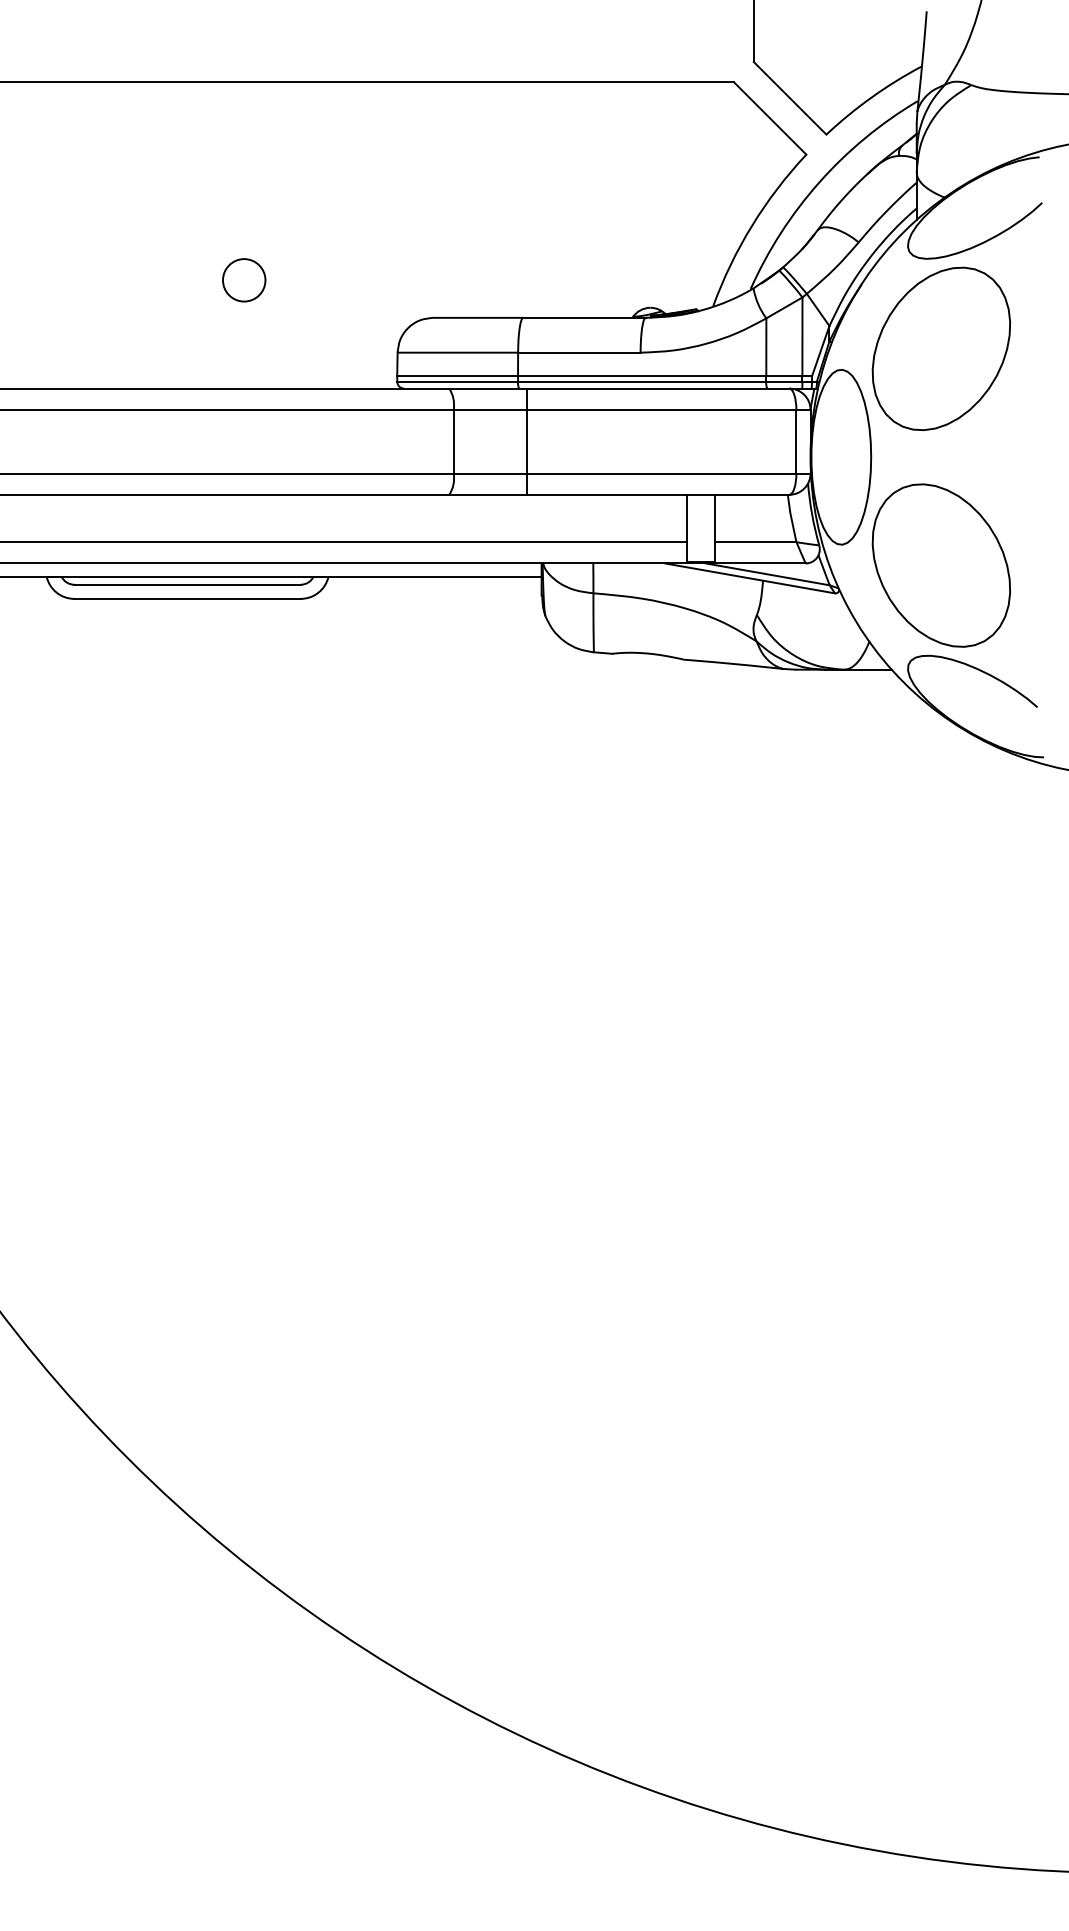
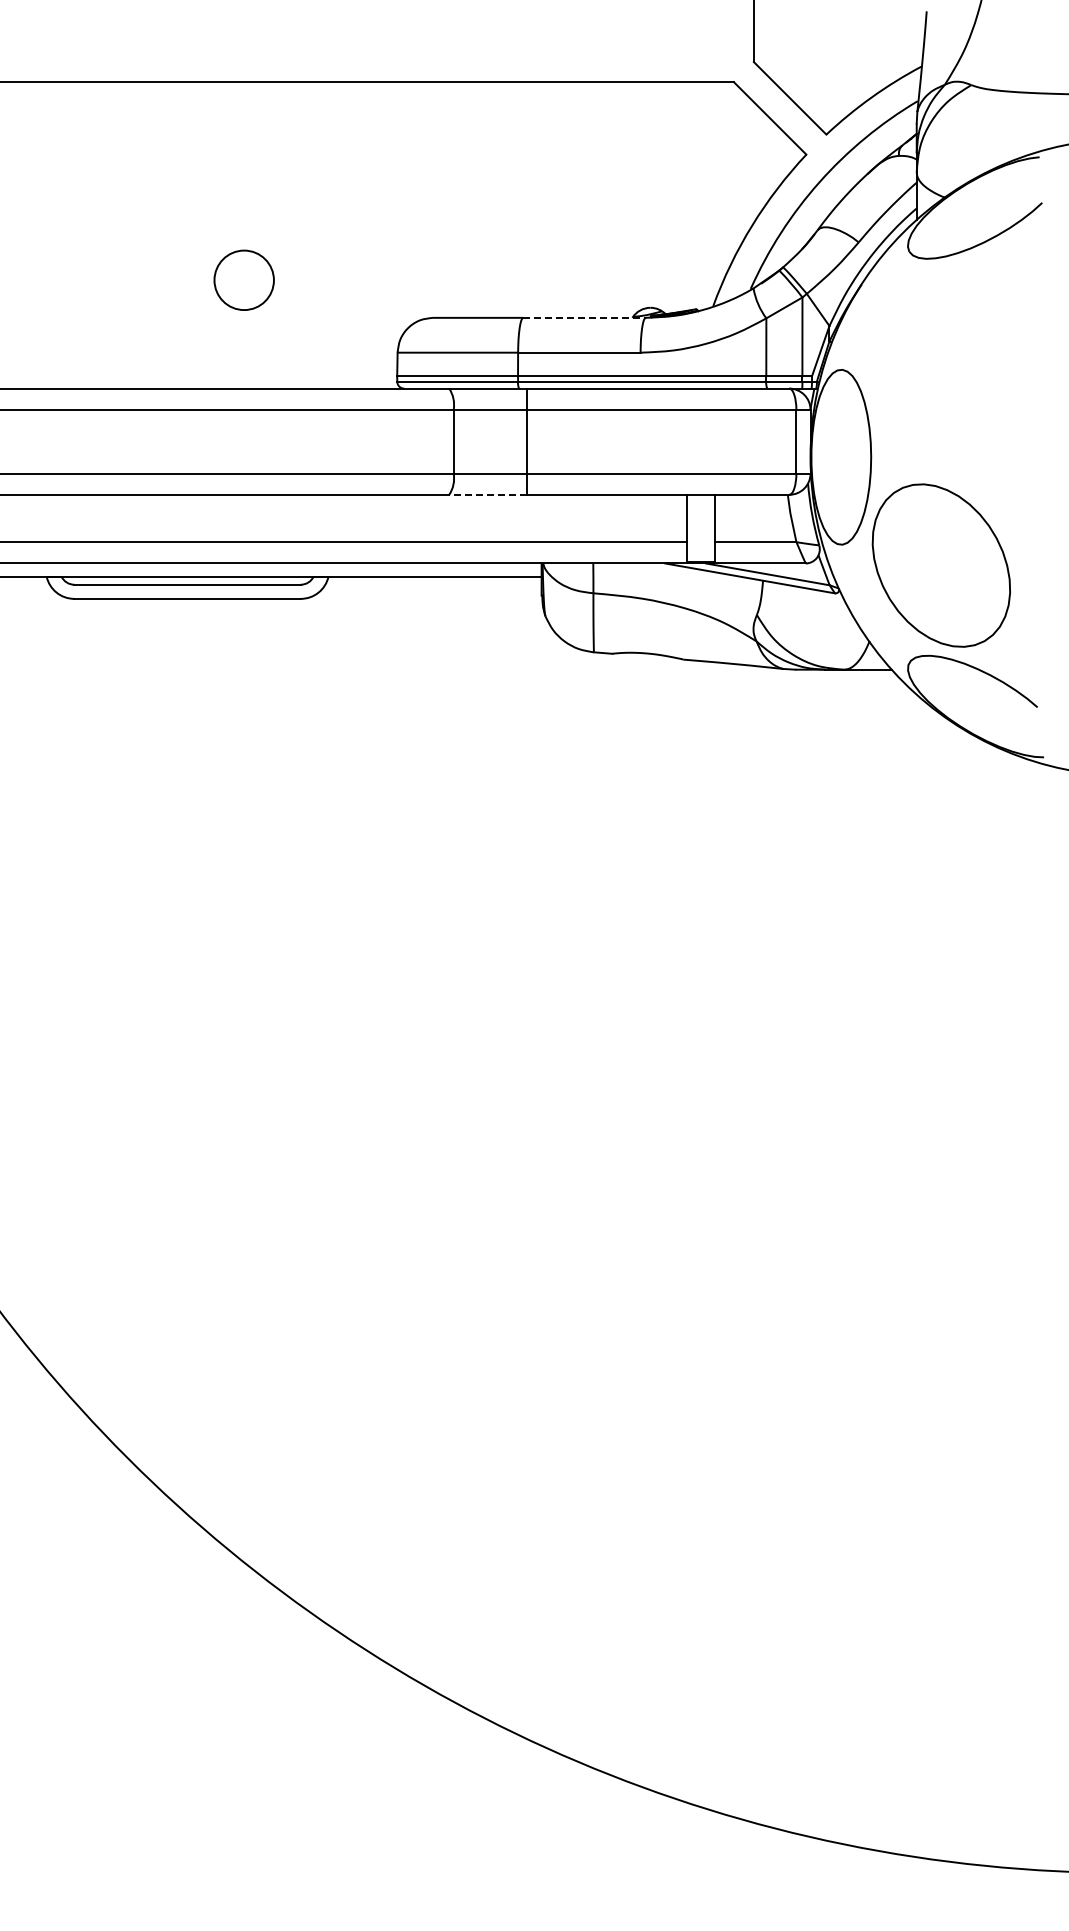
circle at (244, 280) diameter: 42 px -> 59 px
line at (585, 317): solid -> dashed
part at (940, 348): present -> none
line at (487, 494): solid -> dashed
